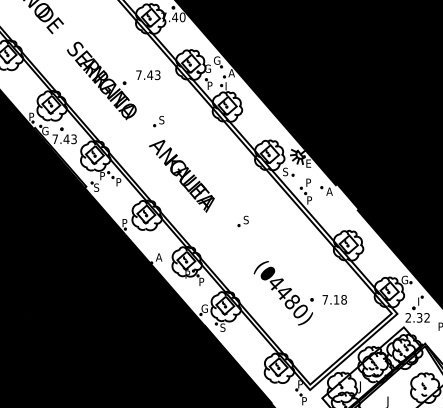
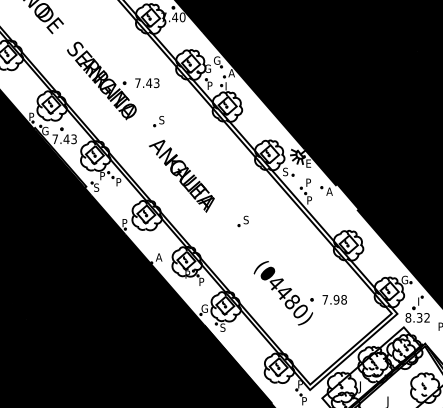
text at (148, 75) position: (148, 75) -> (147, 83)
text at (336, 299): 7.18 -> 7.98
text at (408, 317): 2.32 -> 8.32
